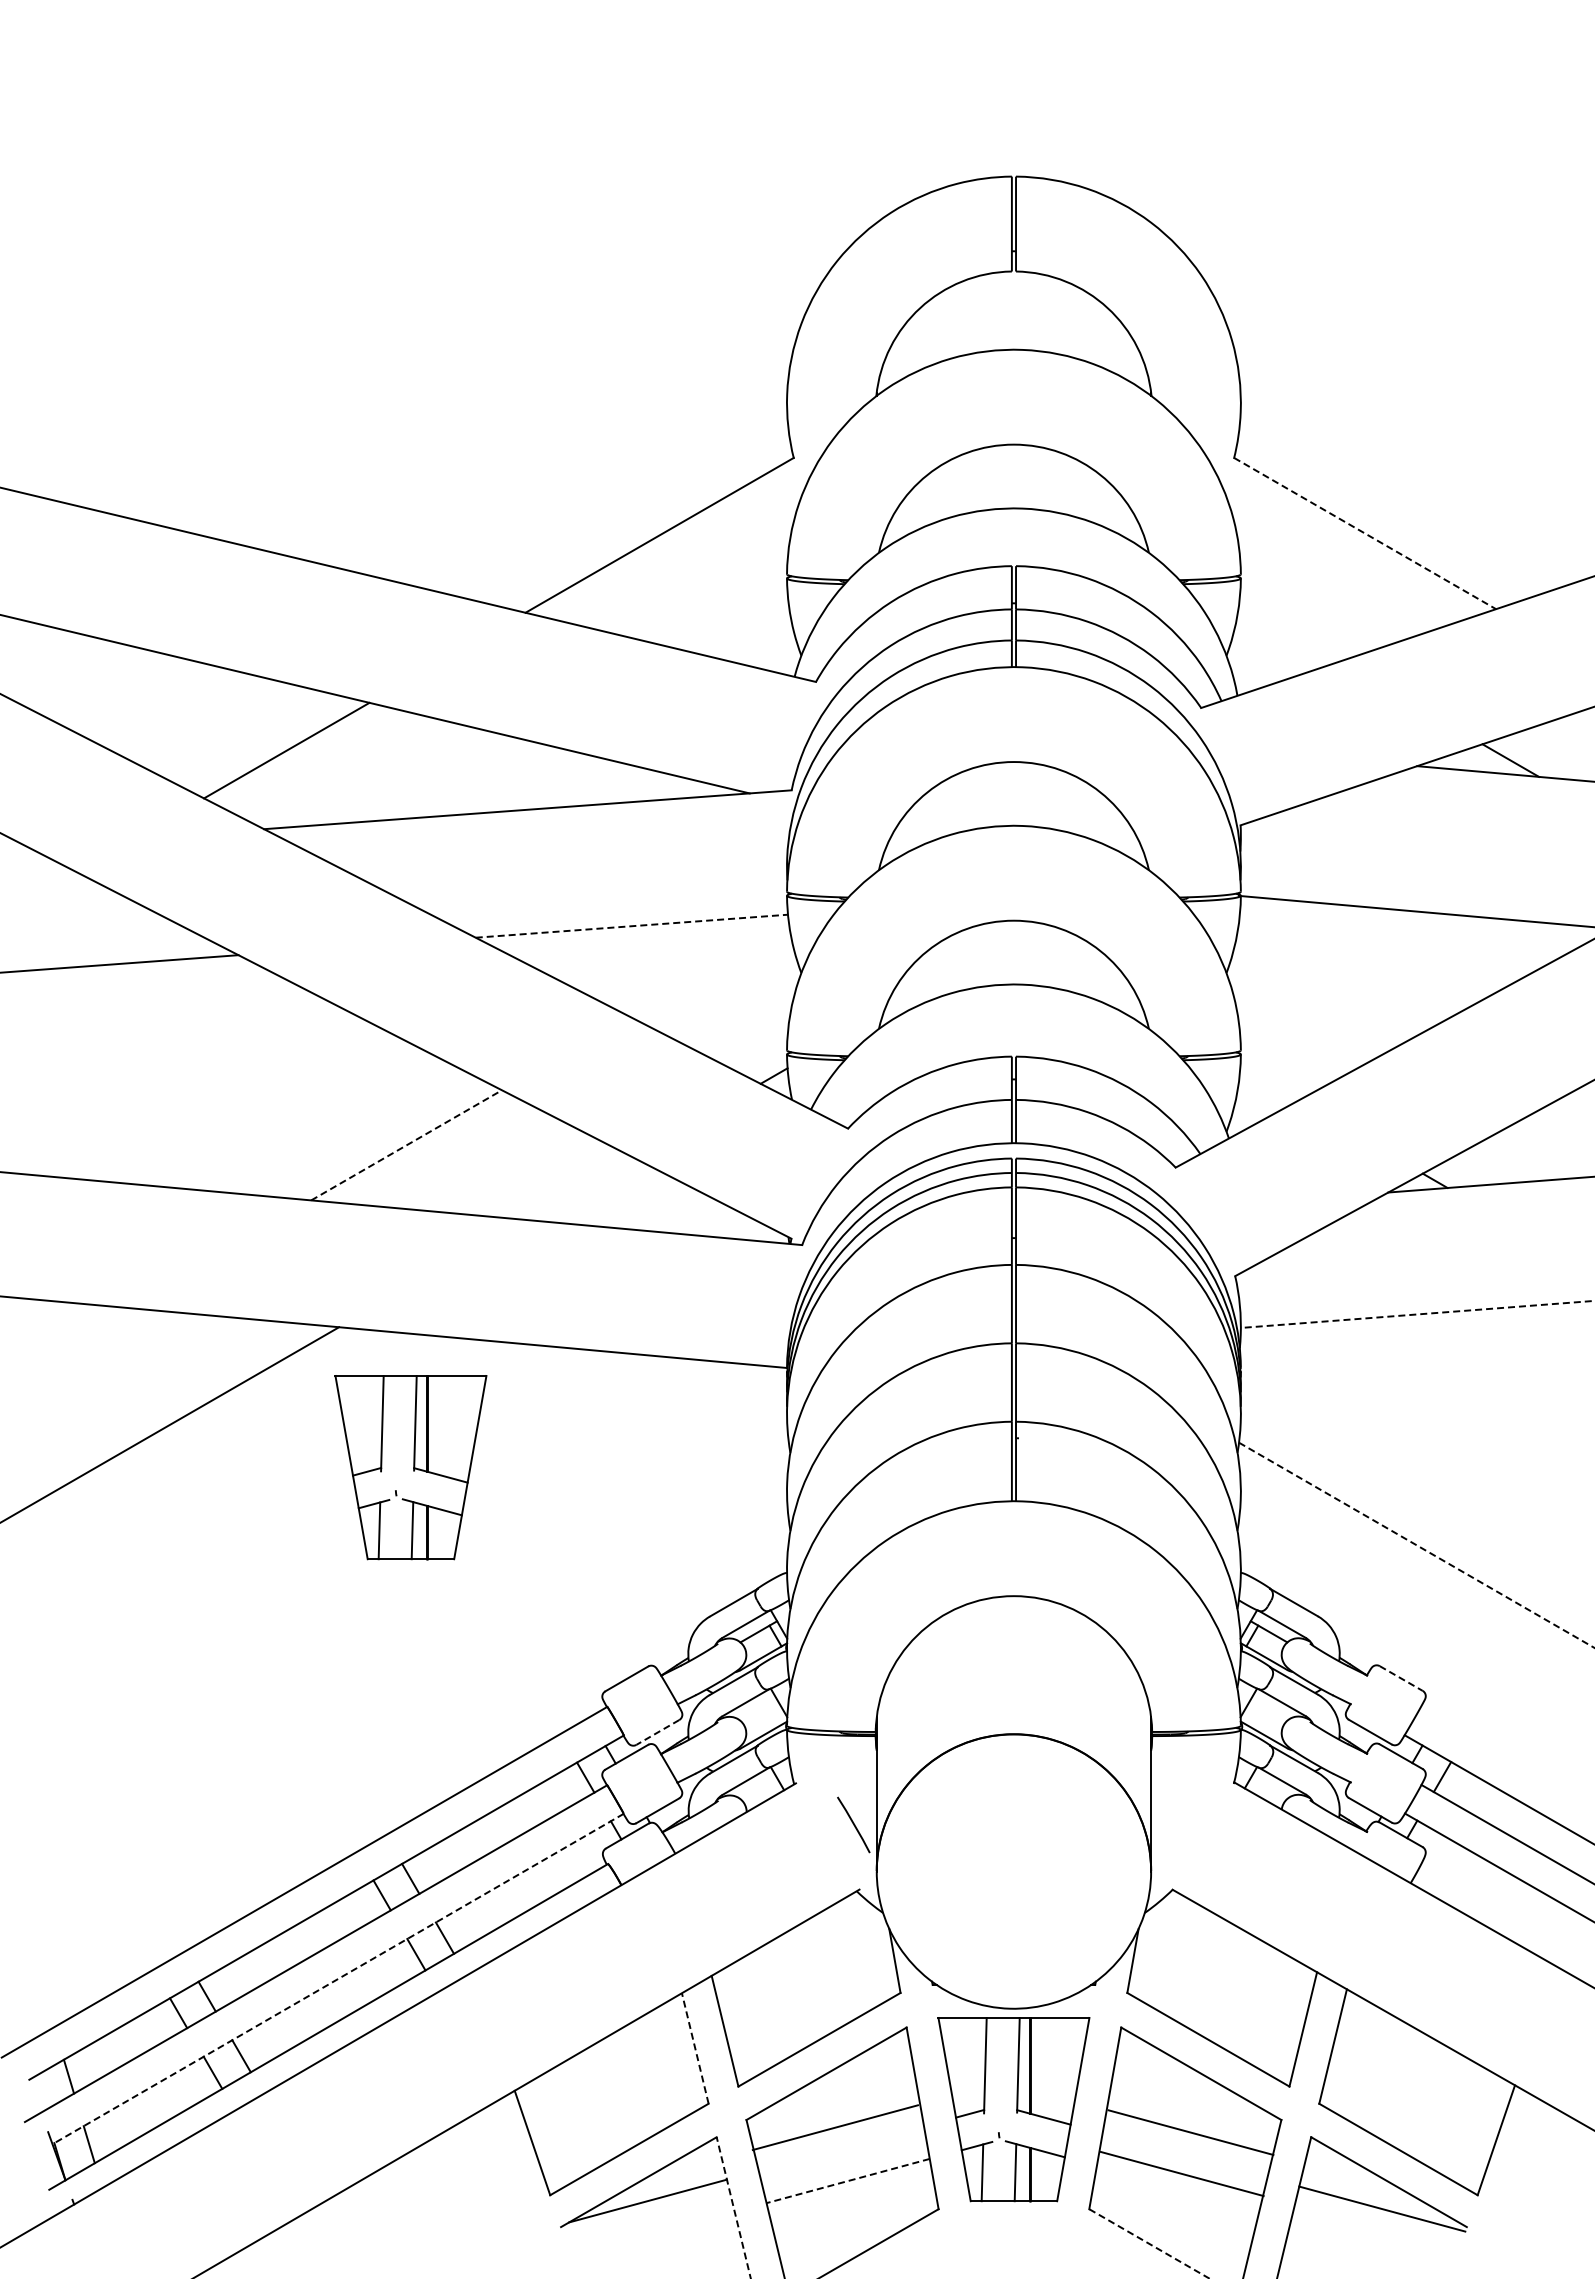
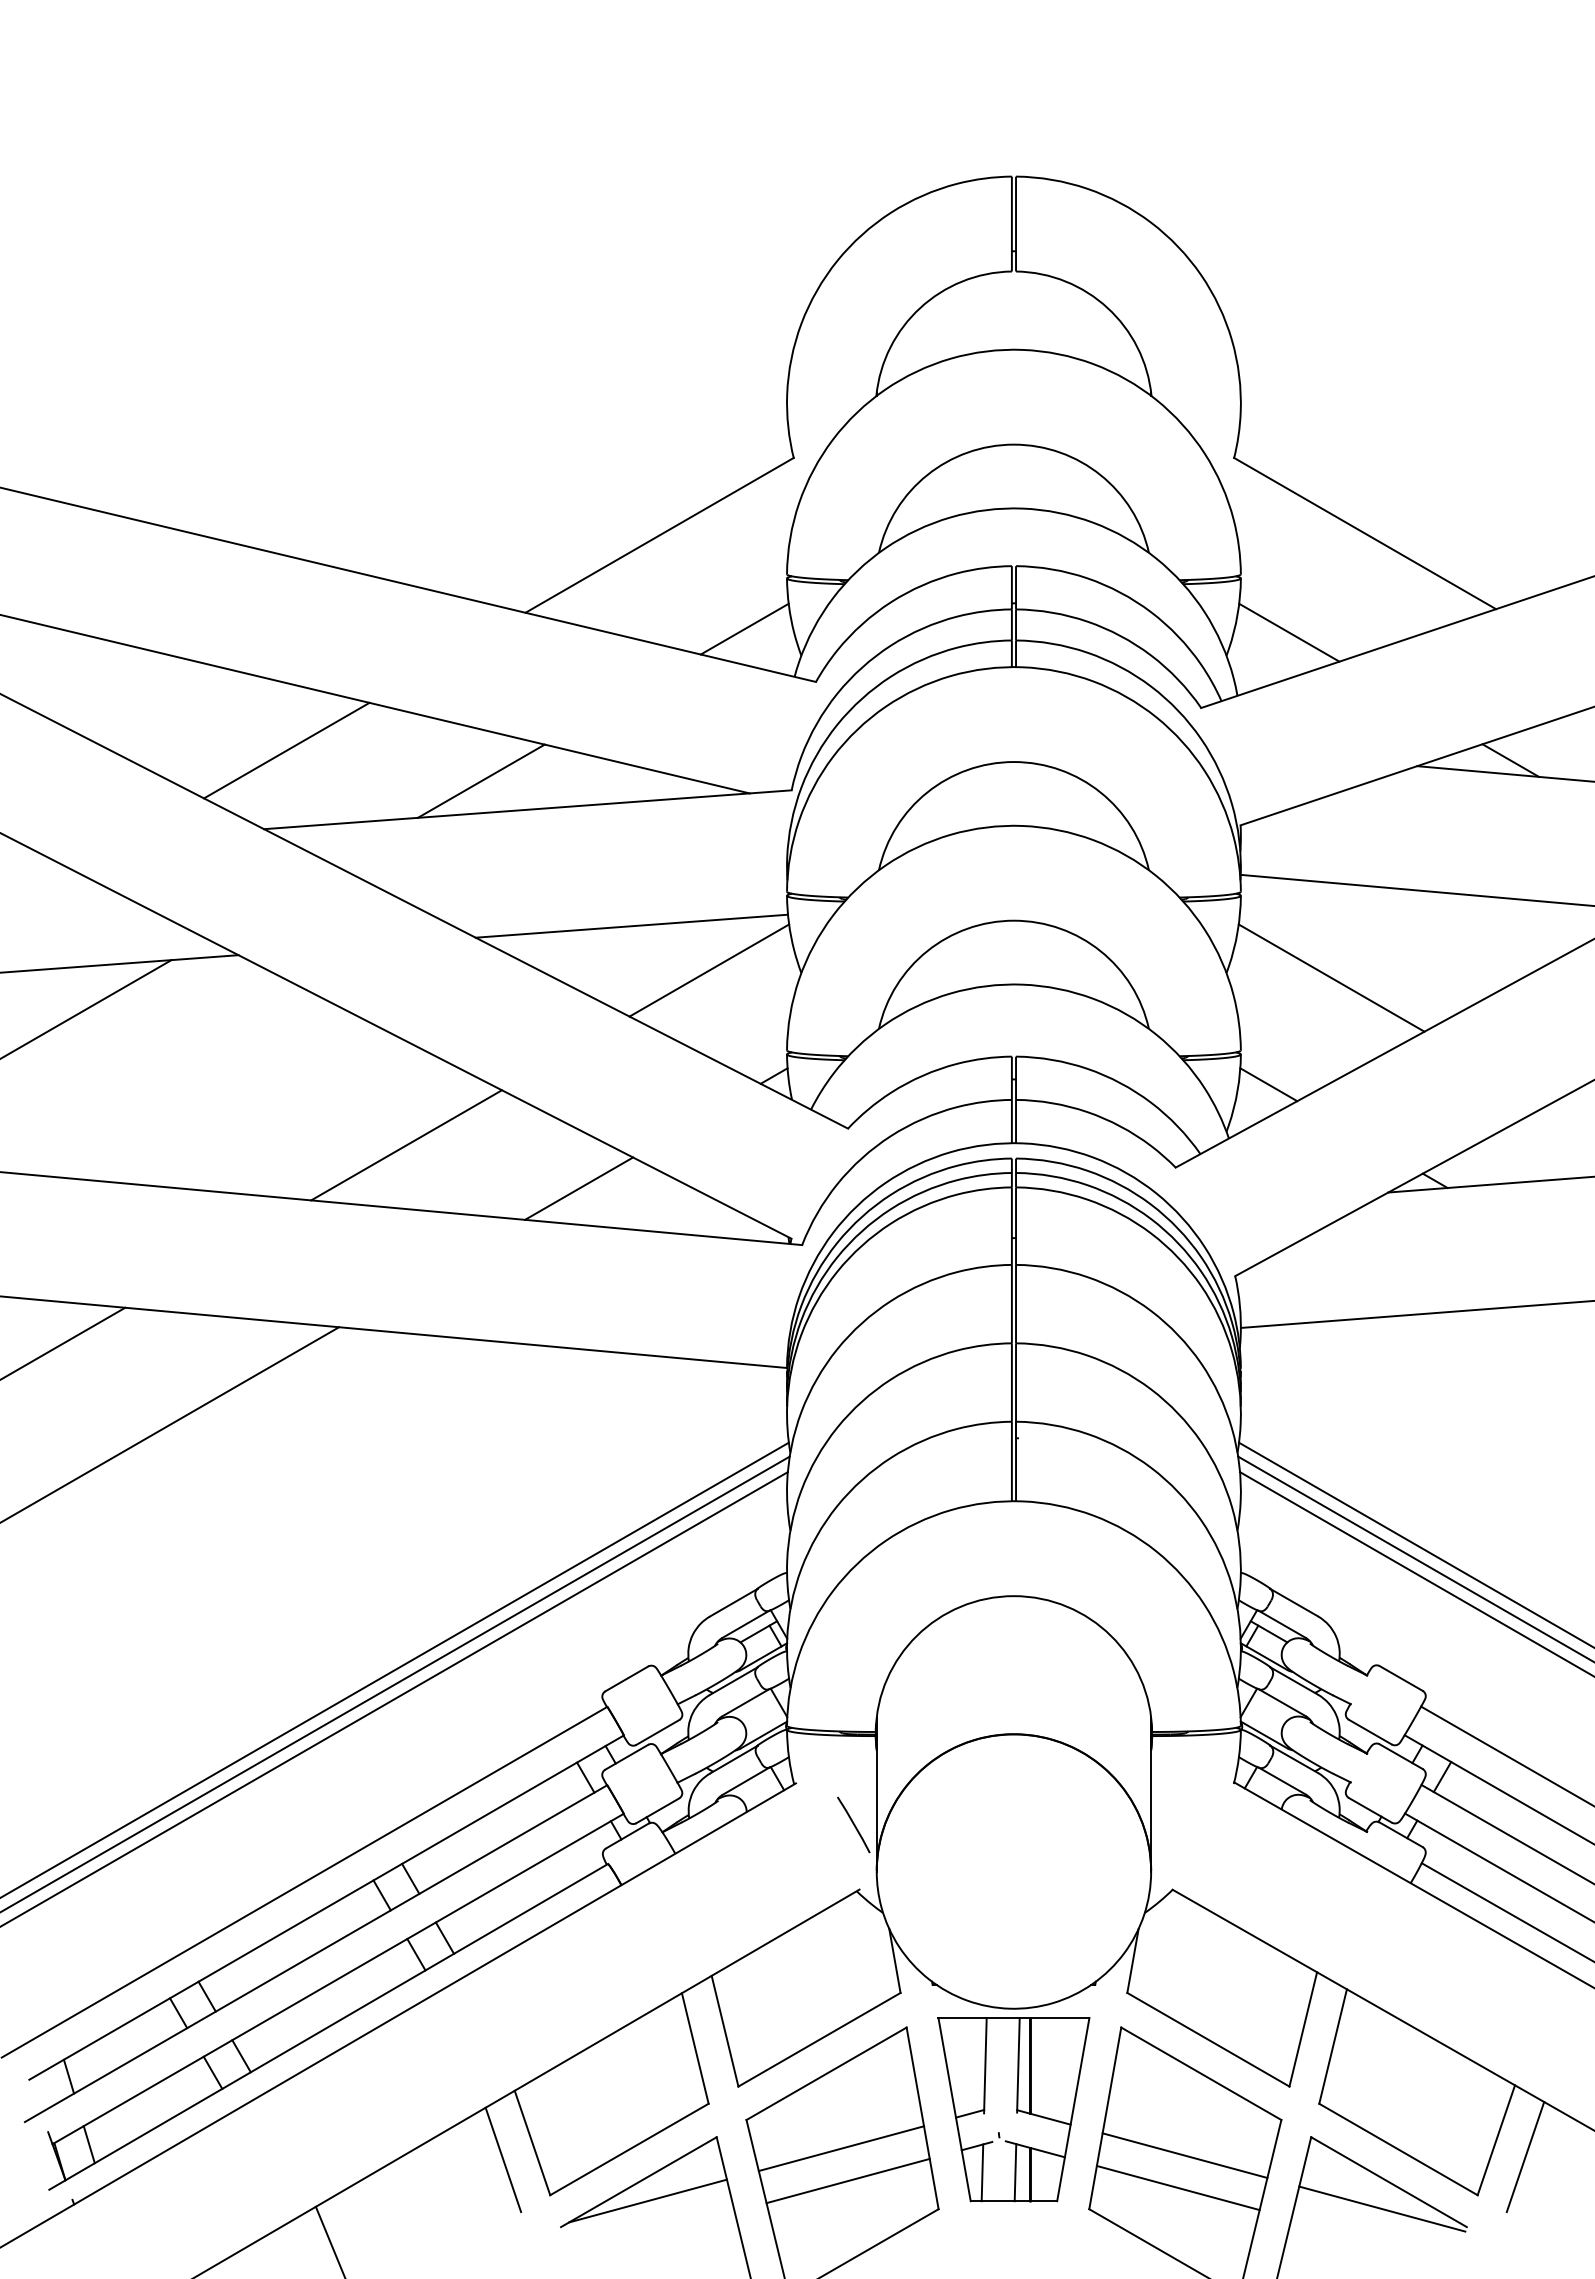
line at (1365, 533): dashed -> solid
line at (744, 628): none -> present
line at (1289, 632): none -> present
line at (480, 780): none -> present
line at (1414, 910) position: (1414, 910) -> (1415, 889)
line at (631, 926): dashed -> solid
line at (709, 970): none -> present
line at (1331, 977): none -> present
line at (86, 1008): none -> present
line at (1268, 1084): none -> present
line at (407, 1145): dashed -> solid
line at (579, 1188): none -> present
line at (1417, 1314): dashed -> solid
line at (63, 1342): none -> present
part at (410, 1467): present -> none
line at (1417, 1545): dashed -> solid
line at (1414, 1558): none -> present
line at (1415, 1573): none -> present
line at (395, 1669): none -> present
line at (1401, 1678): dashed -> solid
line at (395, 1683): none -> present
line at (394, 1698): none -> present
line at (657, 1732): dashed -> solid
line at (1506, 1755): none -> present
line at (1506, 1911): none -> present
line at (338, 1979): dashed -> solid
line at (695, 2048): dashed -> solid
line at (835, 2127) position: (835, 2127) -> (841, 2148)
line at (1190, 2132) position: (1190, 2132) -> (1184, 2155)
line at (1525, 2157): none -> present
line at (503, 2159): none -> present
line at (1181, 2173) position: (1181, 2173) -> (1177, 2187)
line at (848, 2181): dashed -> solid
line at (733, 2208): dashed -> solid
line at (329, 2240): none -> present
line at (1149, 2244): dashed -> solid
